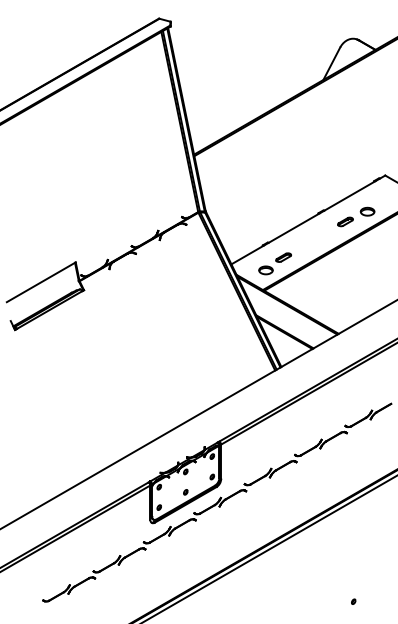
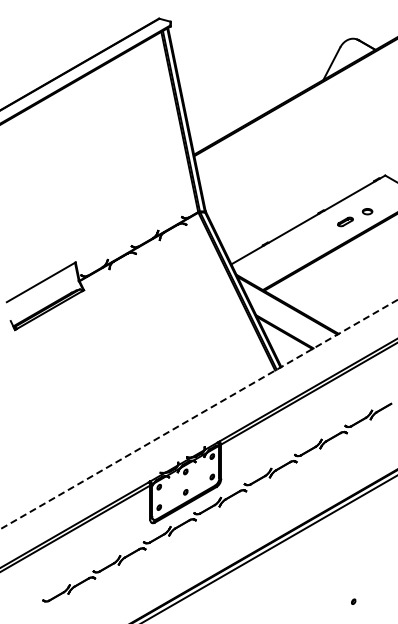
part at (367, 211) size: 17x11 px -> 13x8 px
part at (274, 263): present -> none
line at (199, 414): solid -> dashed
